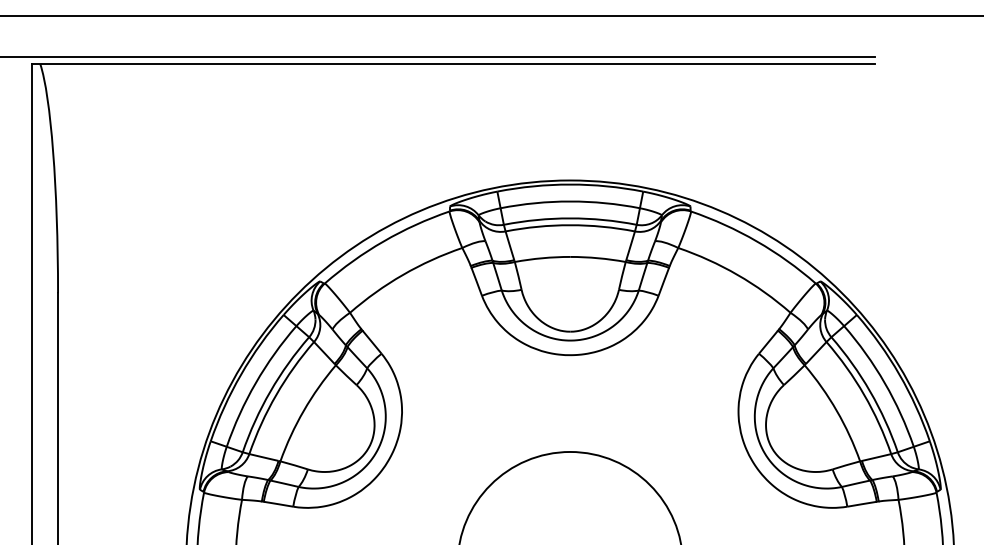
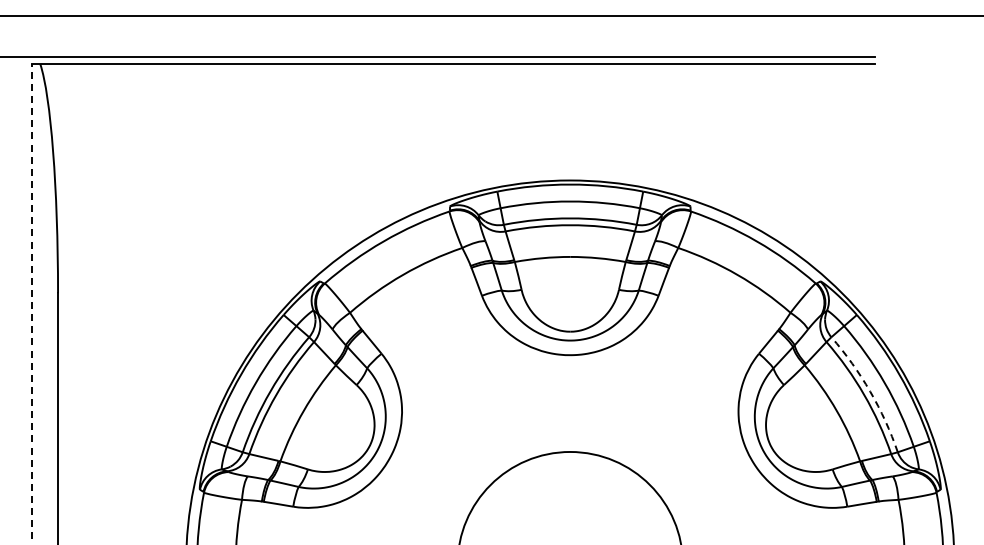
line at (32, 304): solid -> dashed
arc at (870, 391): solid -> dashed
